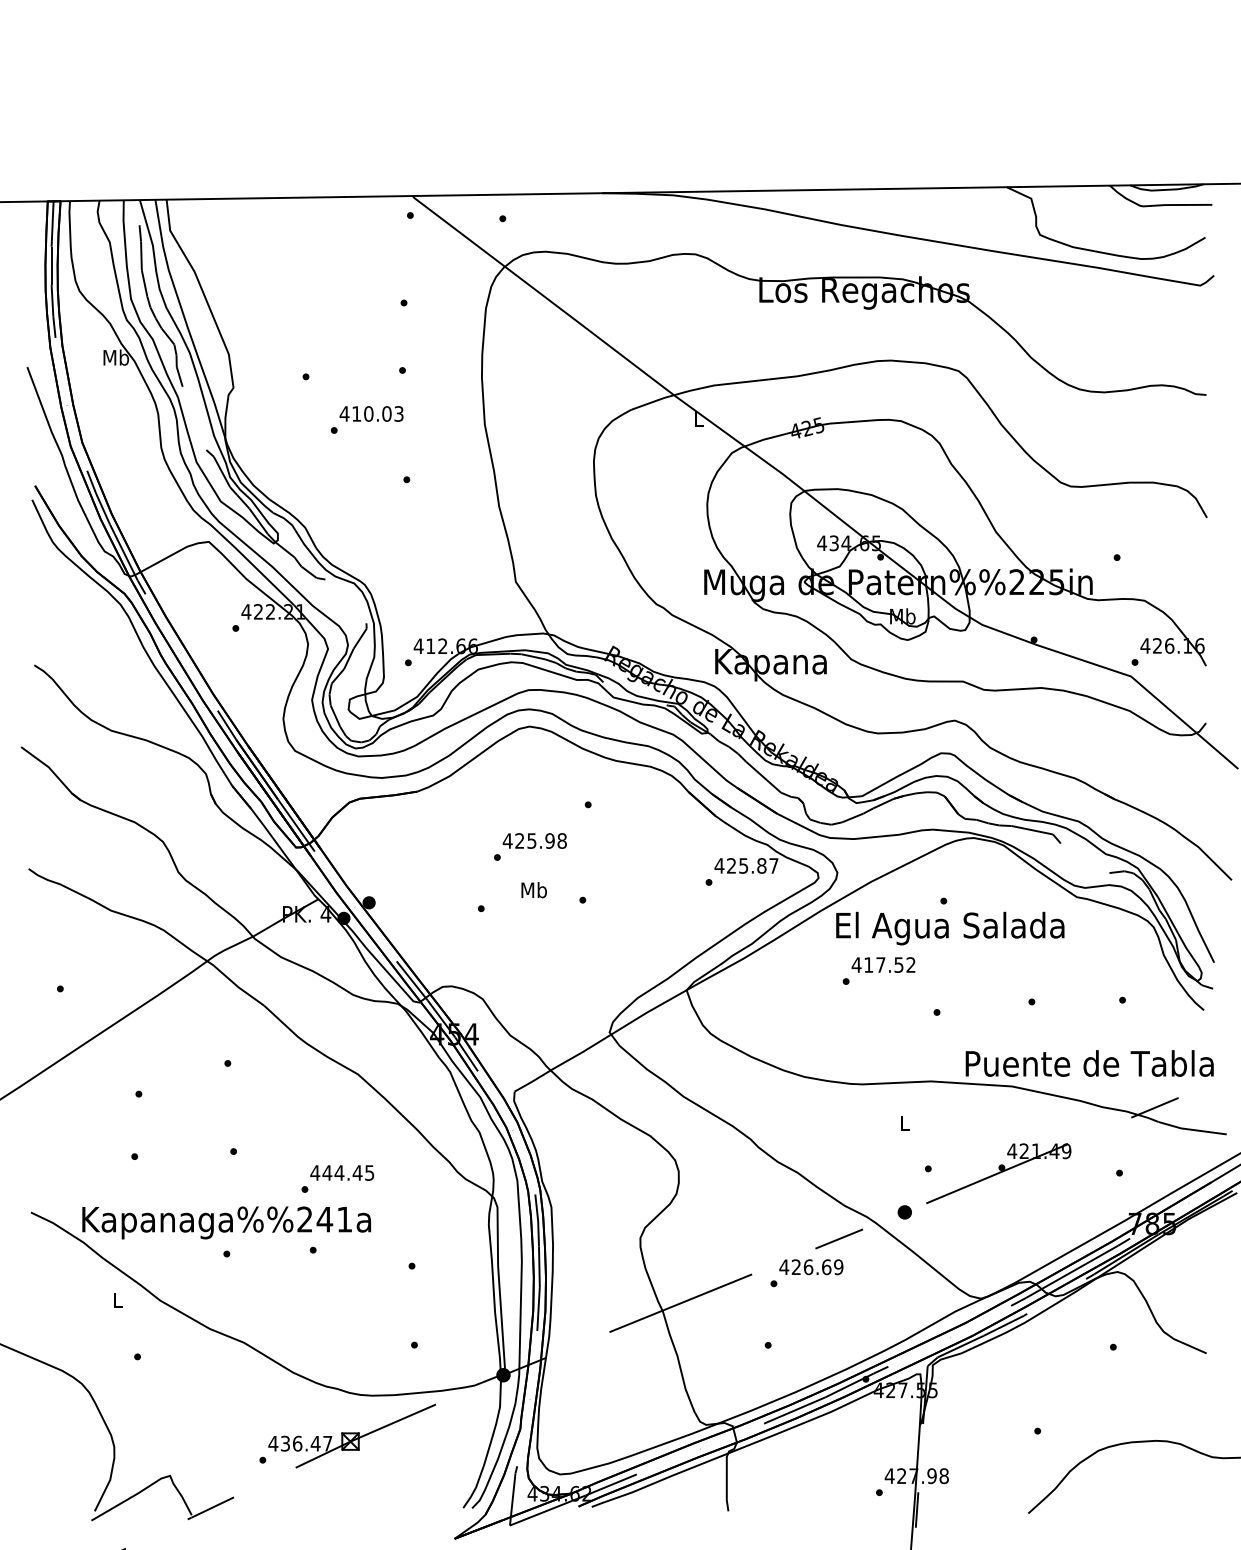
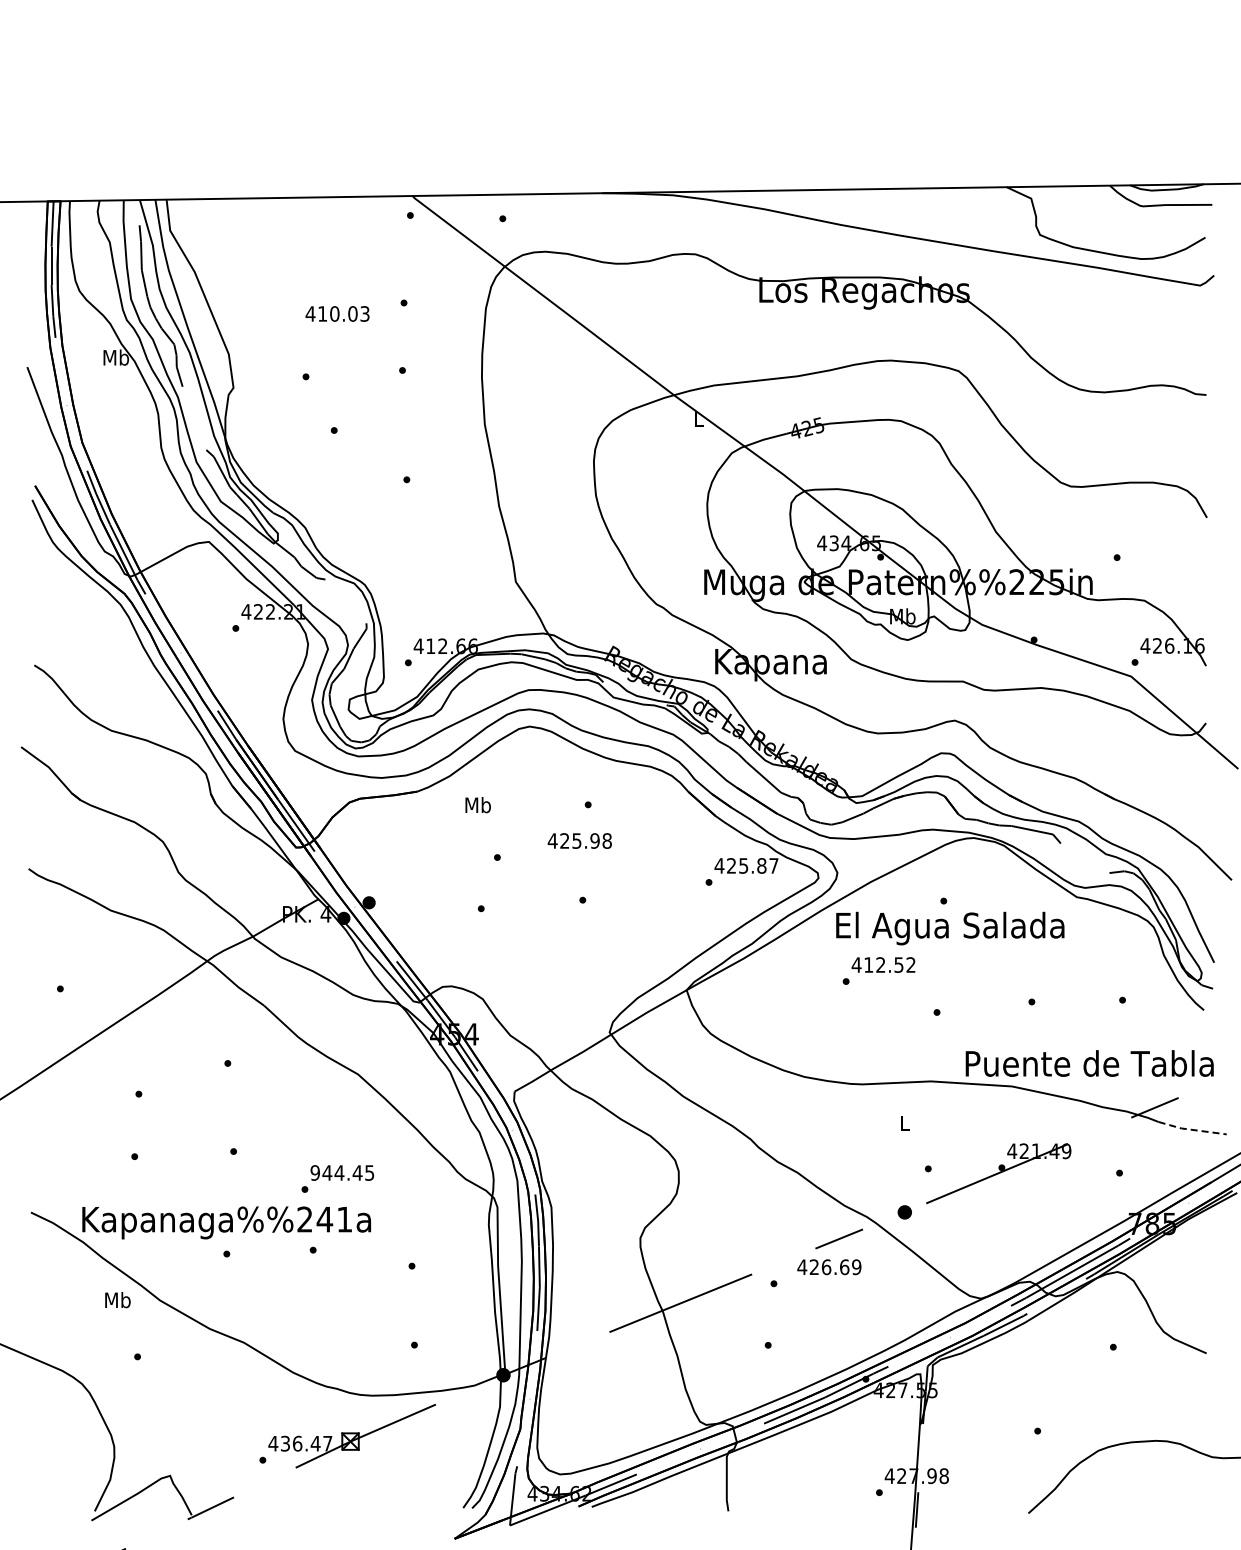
text at (371, 413) position: (371, 413) -> (337, 313)
text at (534, 840) position: (534, 840) -> (579, 840)
text at (533, 890) position: (533, 890) -> (477, 805)
text at (880, 964): 417.52 -> 412.52
line at (1192, 1129): solid -> dashed
text at (315, 1172): 444.45 -> 944.45
text at (811, 1267) position: (811, 1267) -> (829, 1267)
text at (117, 1300): L -> Mb
